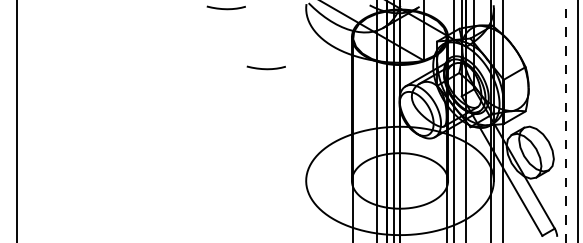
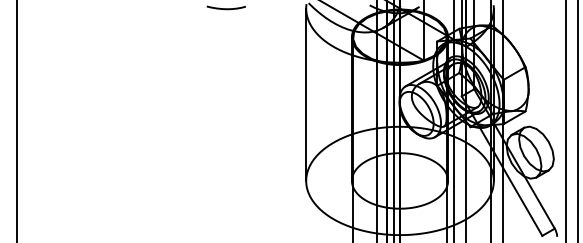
curve at (265, 68): present -> none
line at (306, 94): none -> present
line at (565, 121): dashed -> solid
